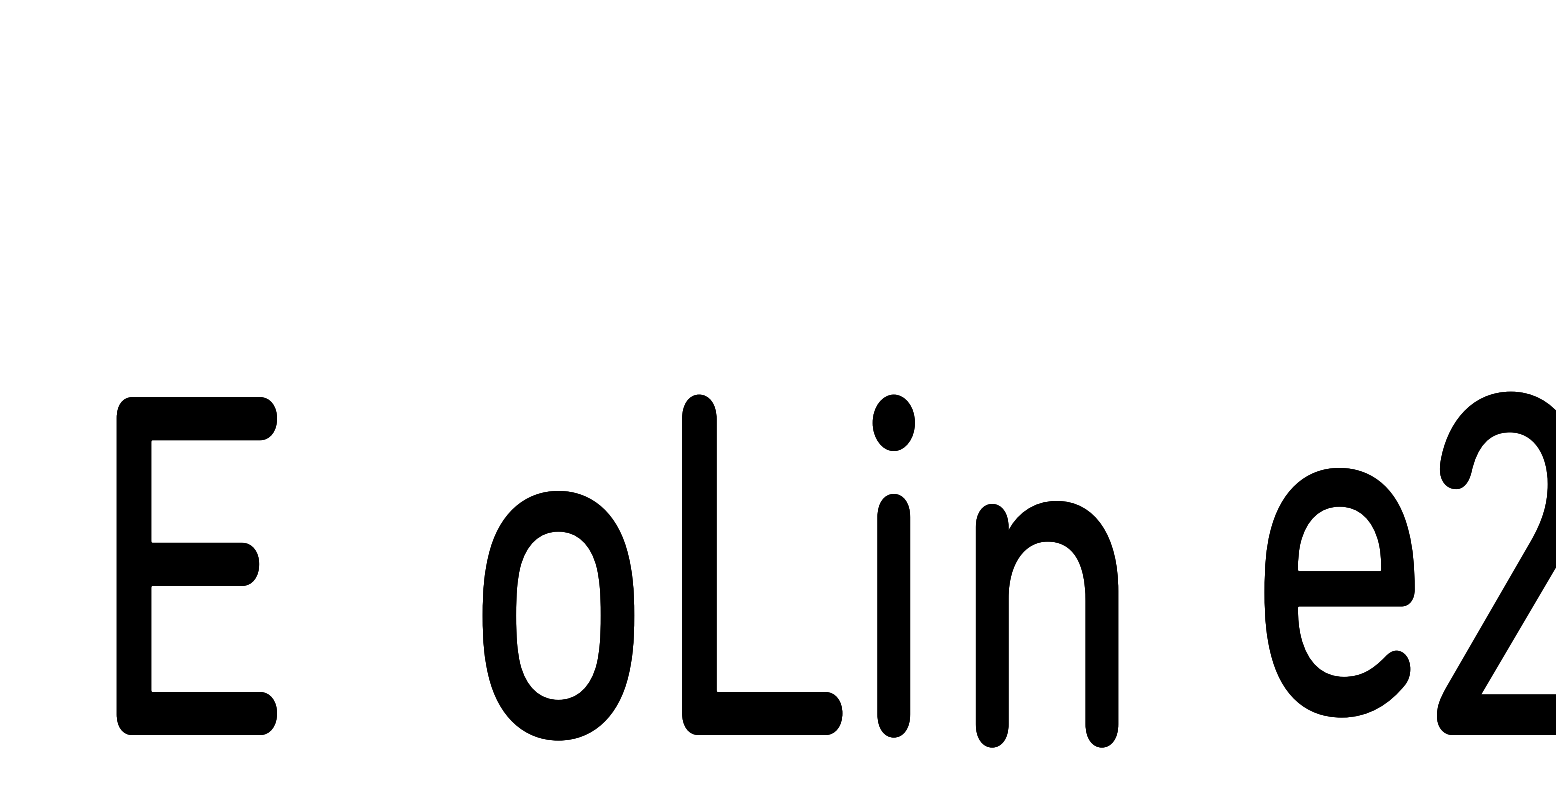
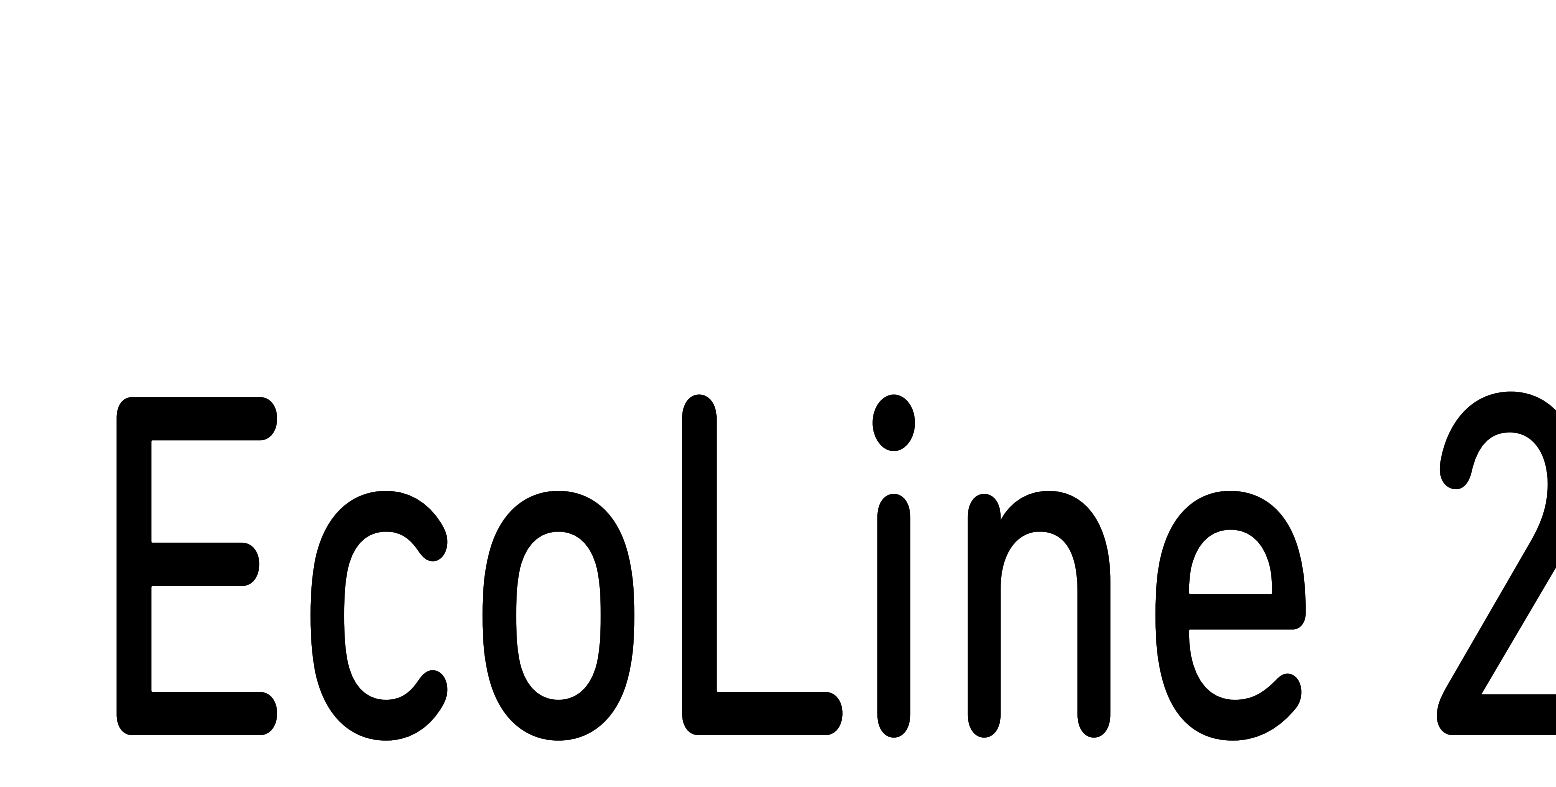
part at (1339, 592) position: (1339, 592) -> (1230, 615)
part at (344, 607): none -> present
part at (1008, 624) position: (1008, 624) -> (1000, 614)
